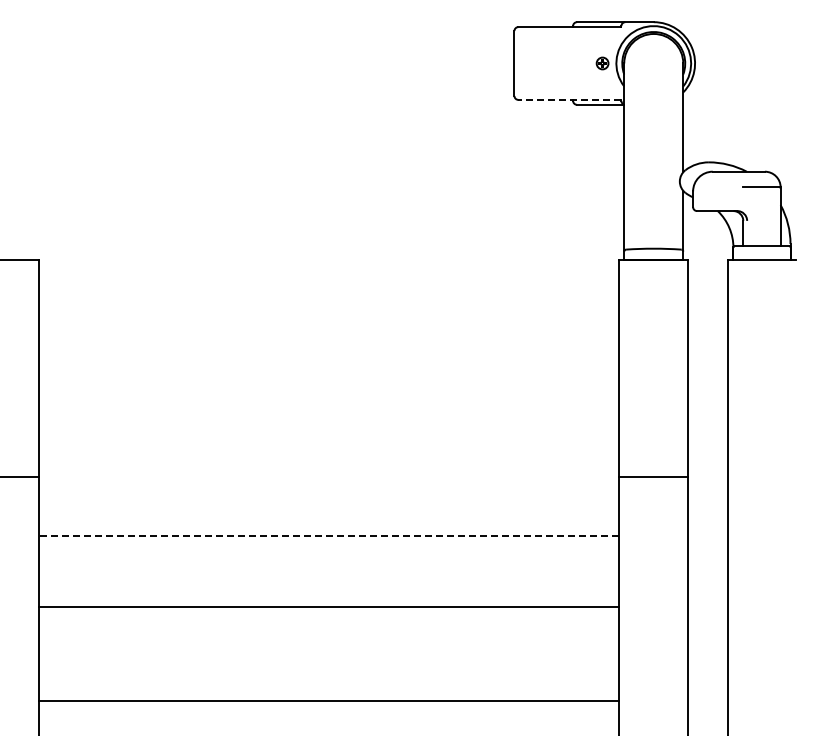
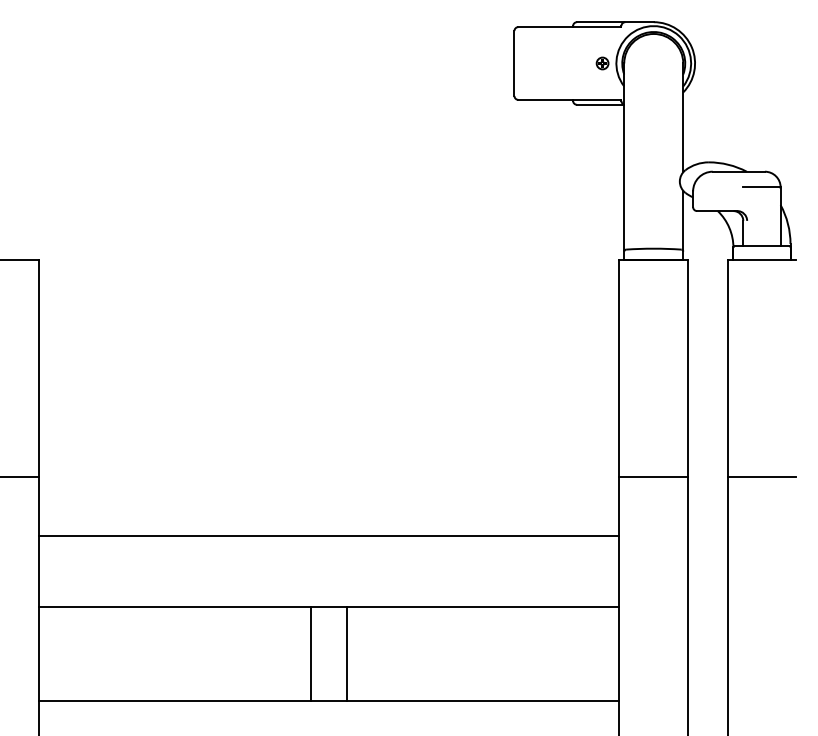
line at (569, 99): dashed -> solid
line at (761, 476): none -> present
line at (328, 535): dashed -> solid
line at (311, 653): none -> present
line at (346, 653): none -> present
